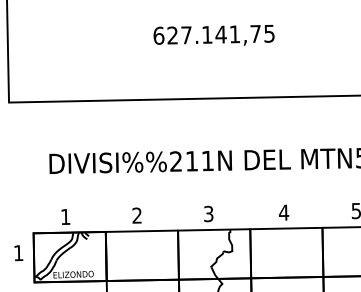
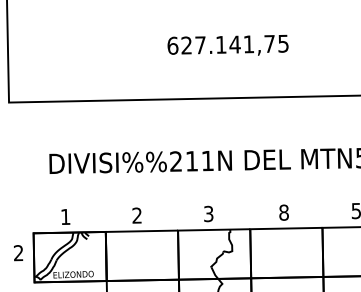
text at (213, 34) position: (213, 34) -> (227, 44)
text at (283, 212): 4 -> 8
text at (18, 253): 1 -> 2
